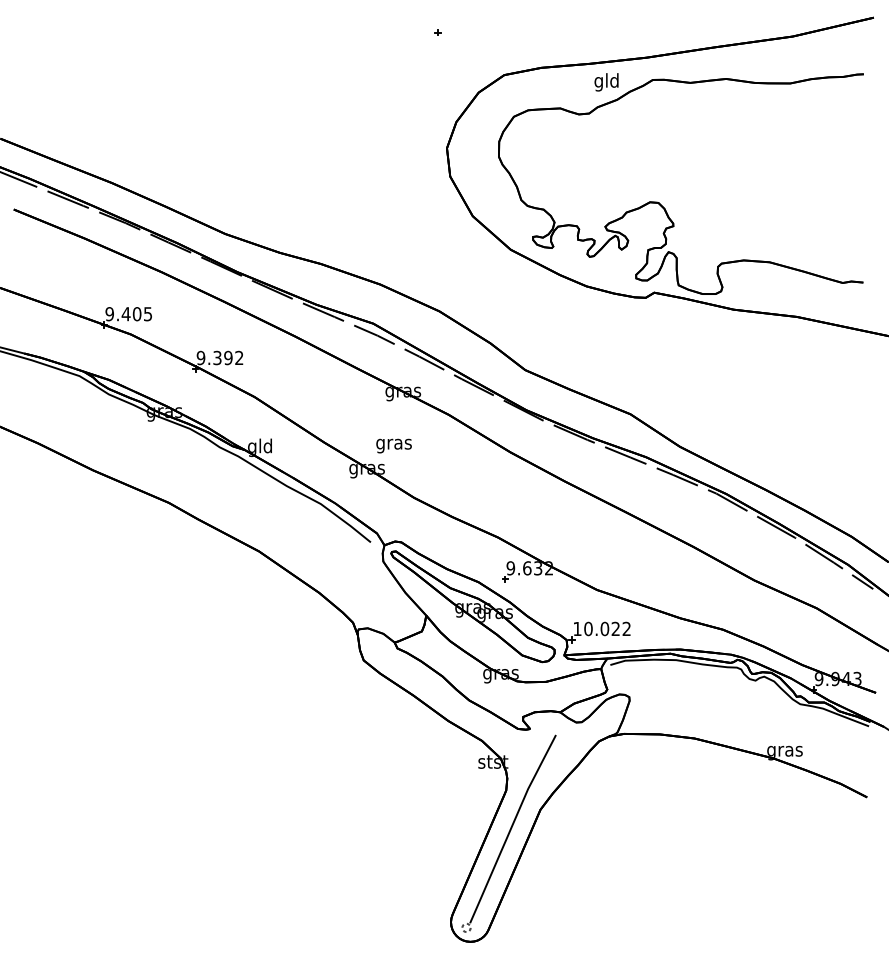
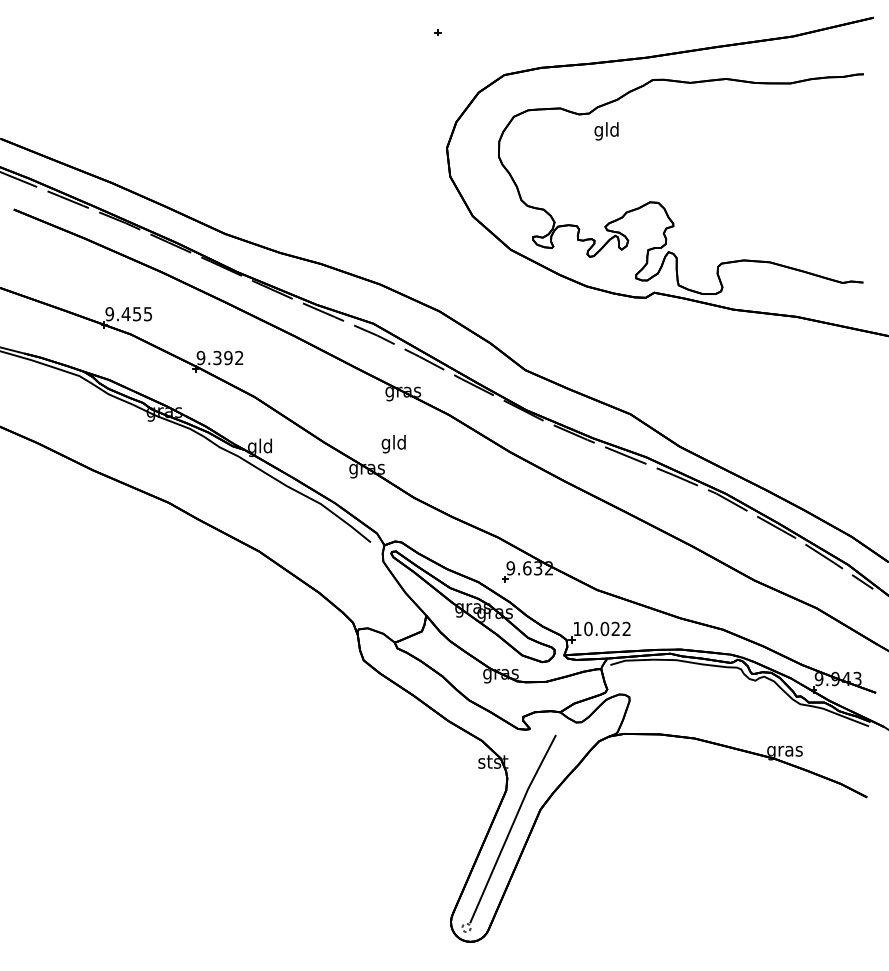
text at (606, 82) position: (606, 82) -> (606, 131)
text at (136, 314): 9.405 -> 9.455
text at (393, 444): gras -> gld
